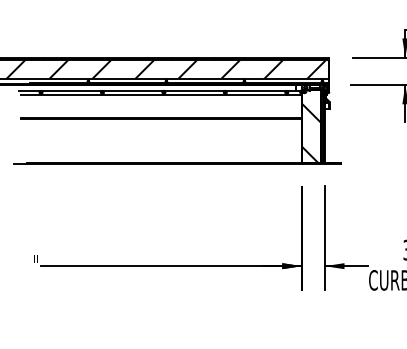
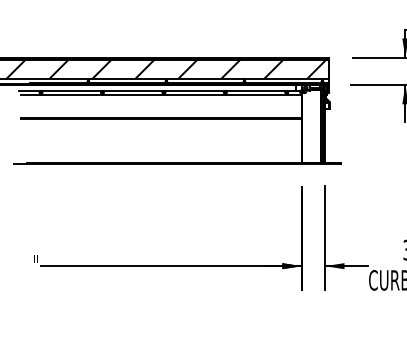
hatch at (311, 133): present -> none
